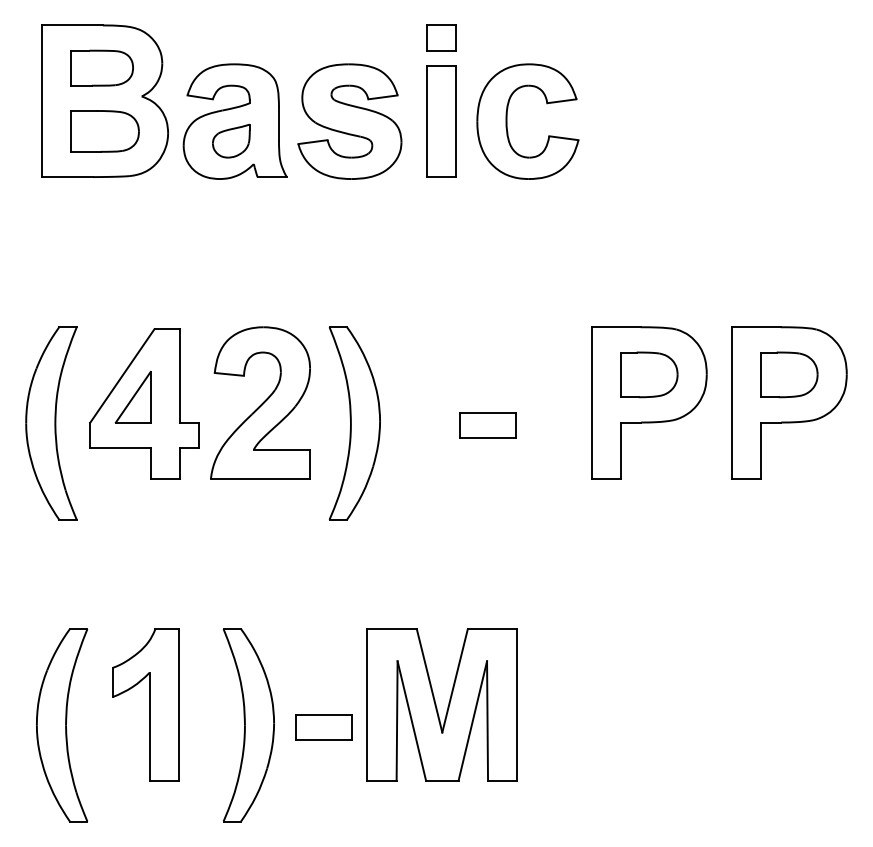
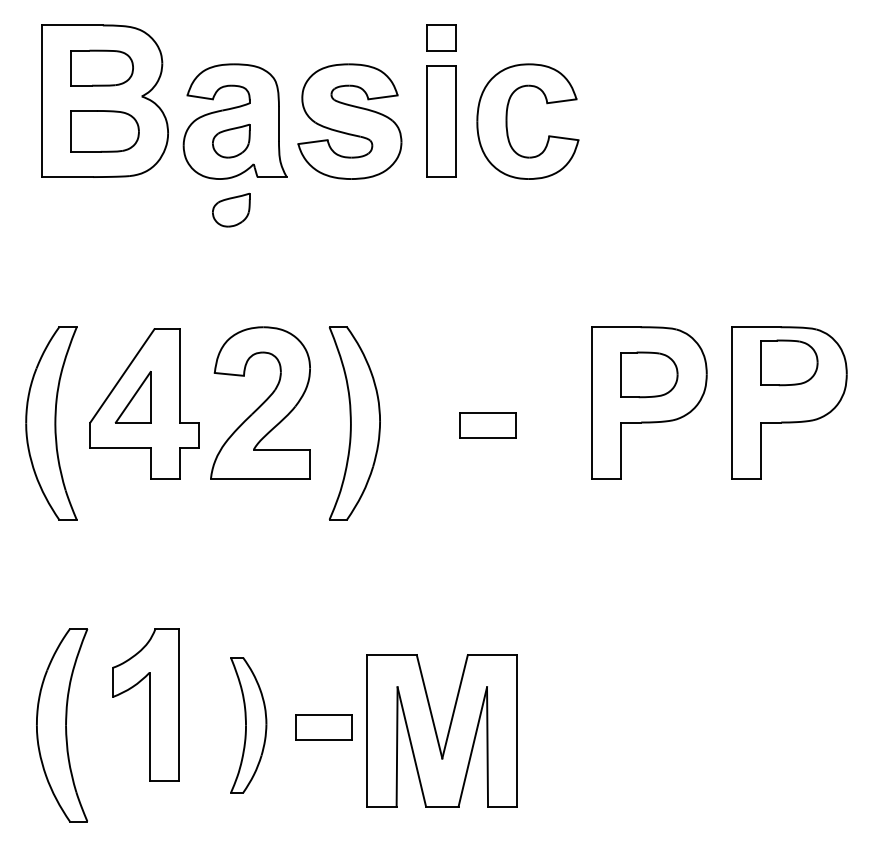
part at (231, 209): none -> present
part at (789, 374) position: (789, 374) -> (789, 362)
part at (441, 704) position: (441, 704) -> (441, 730)
part at (248, 725) size: 53x195 px -> 38x137 px
